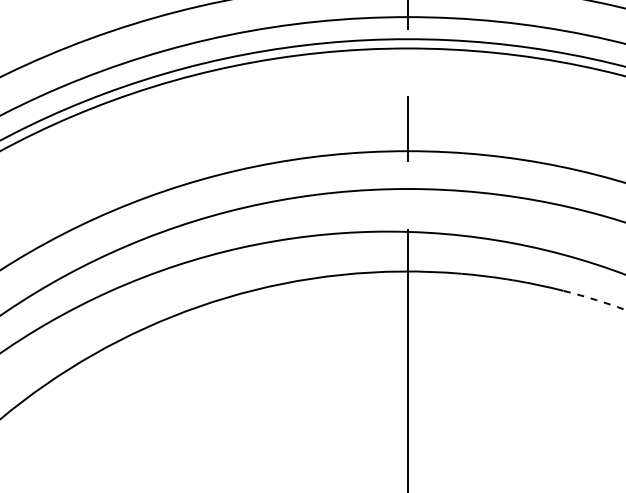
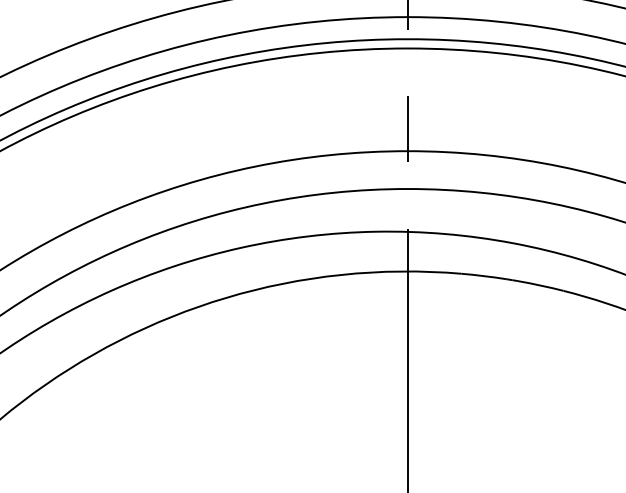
arc at (594, 299): dashed -> solid
